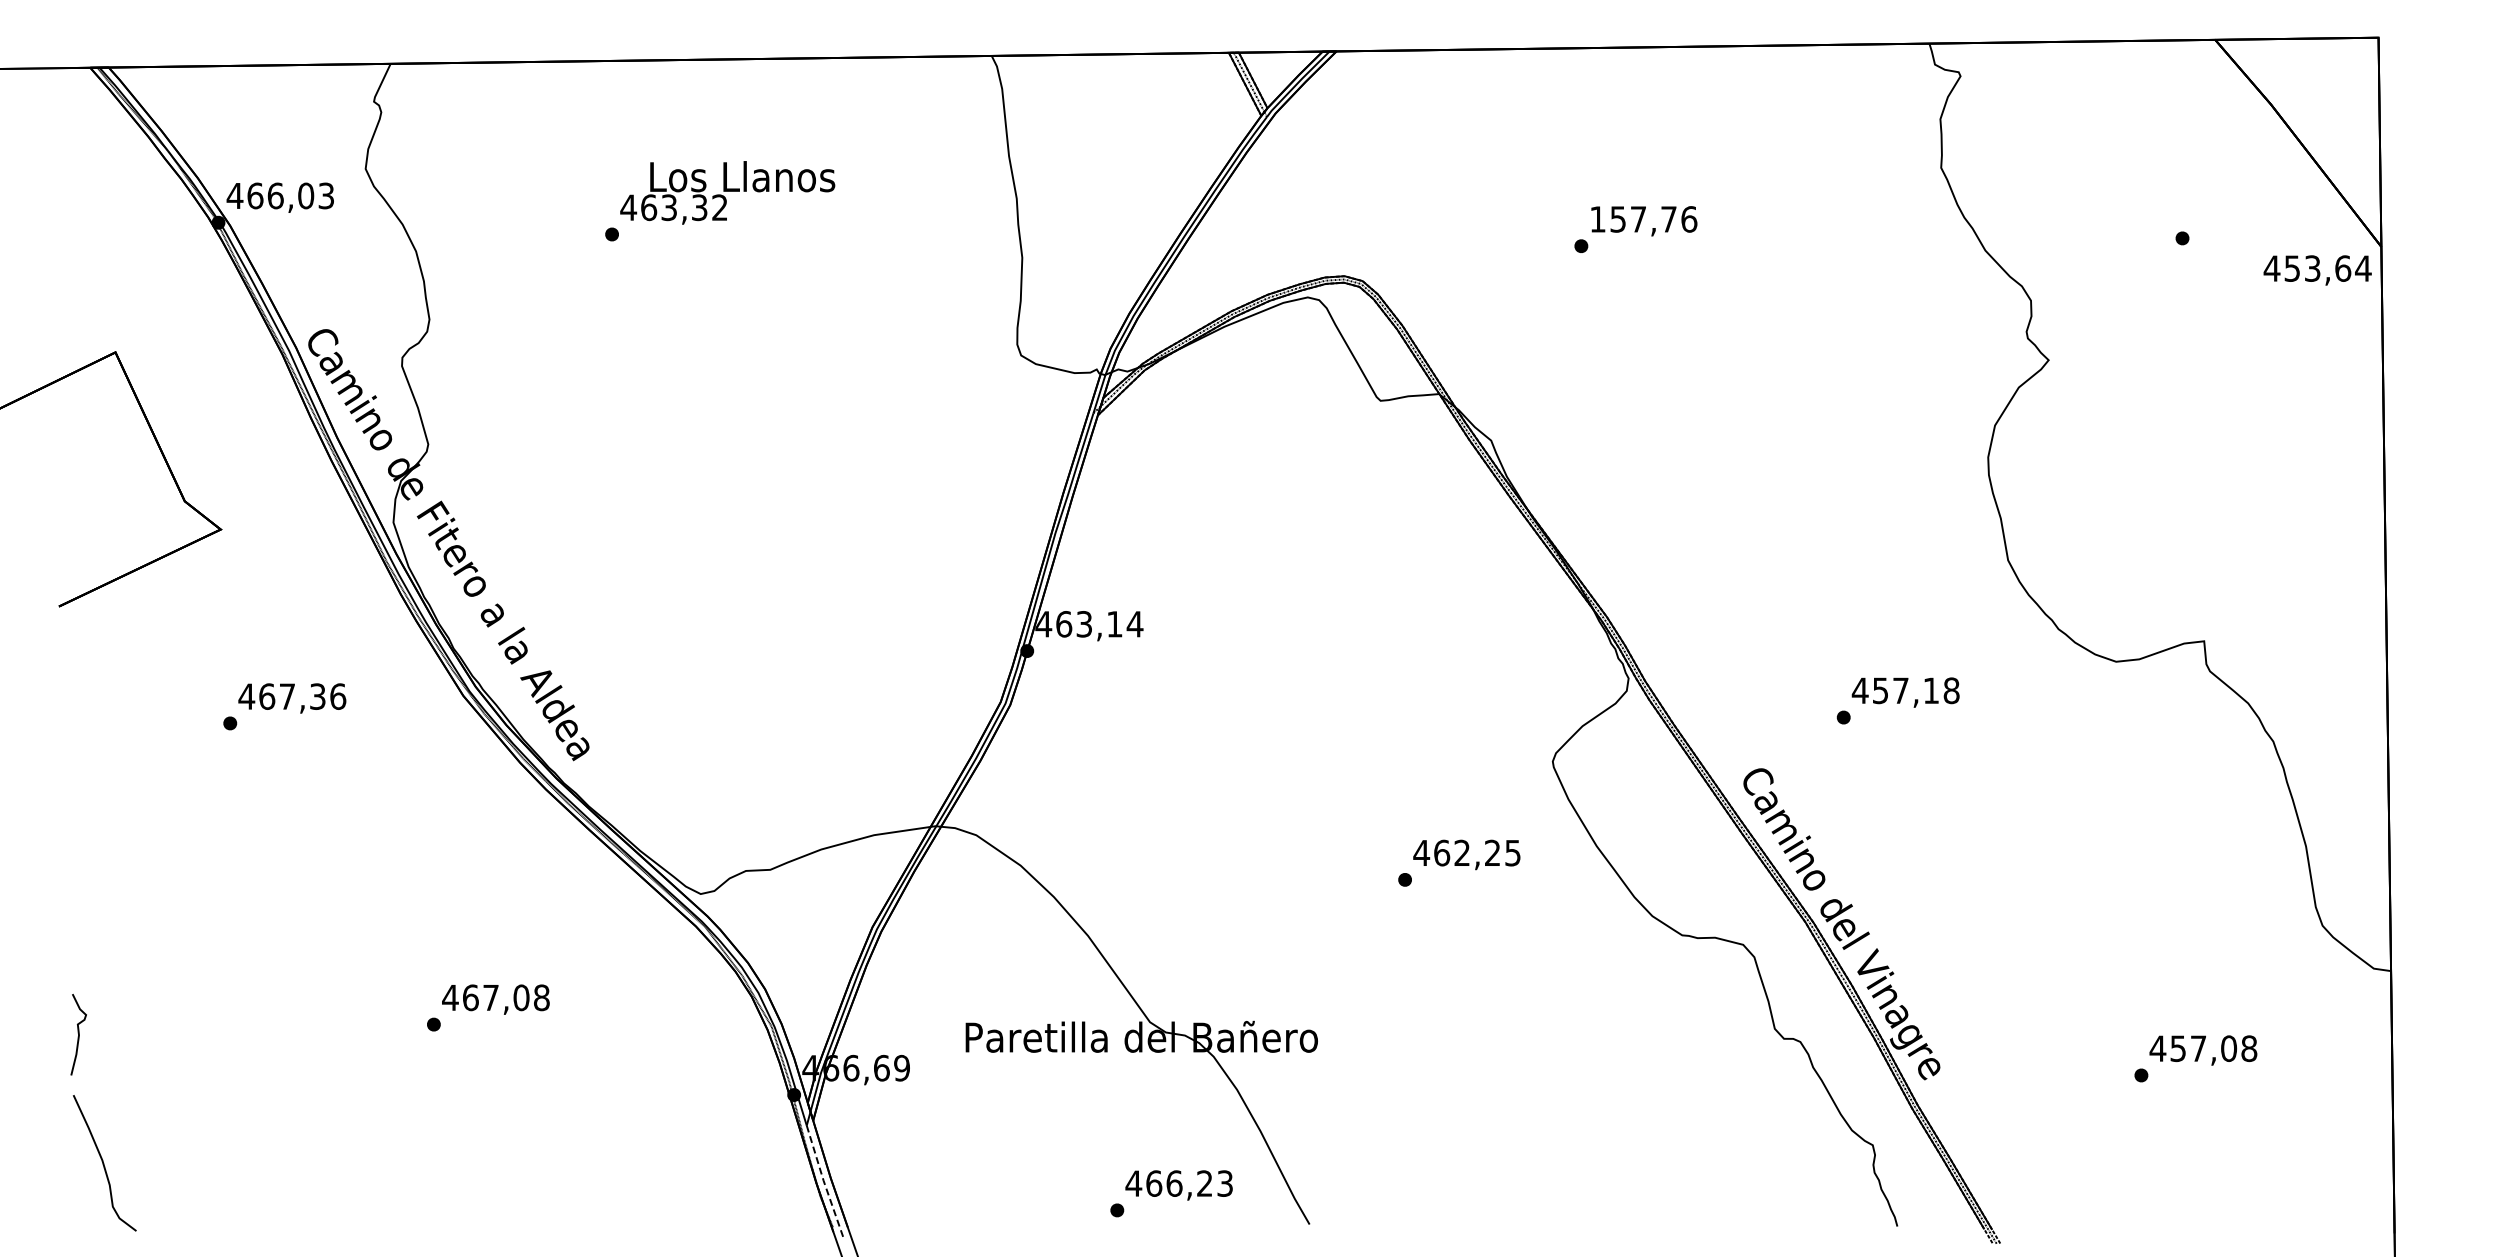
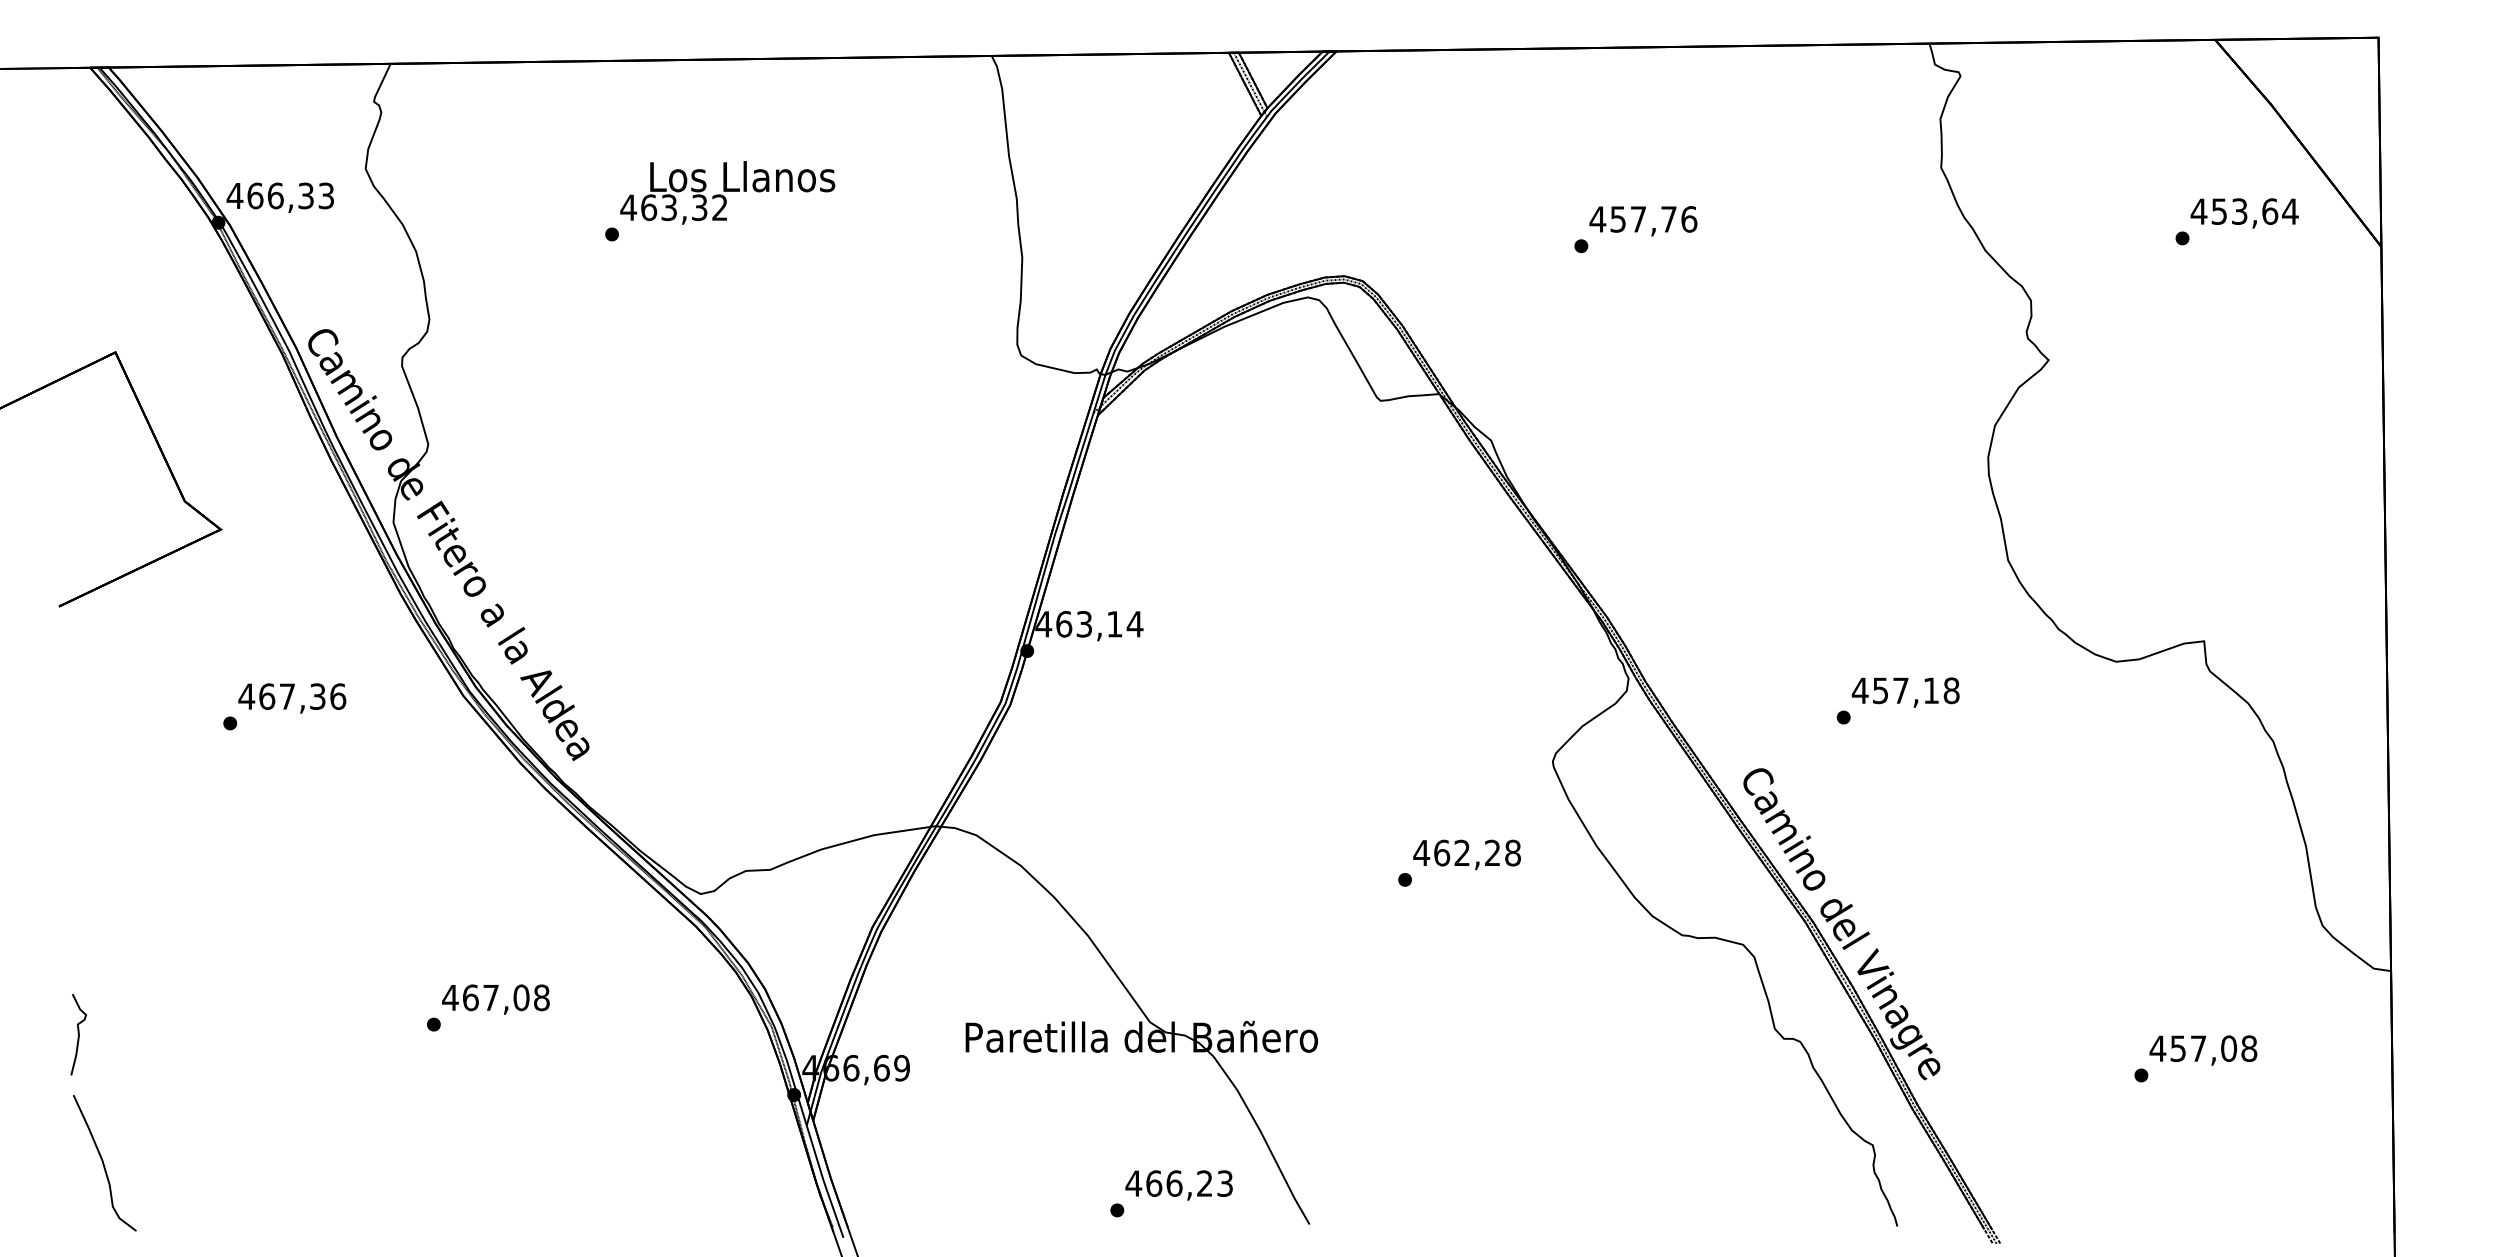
text at (306, 195): 466,03 -> 466,33
text at (1597, 219): 157,76 -> 457,76
text at (2317, 270) position: (2317, 270) -> (2244, 213)
text at (1512, 852): 462,25 -> 462,28
line at (823, 1181): dashed -> solid
